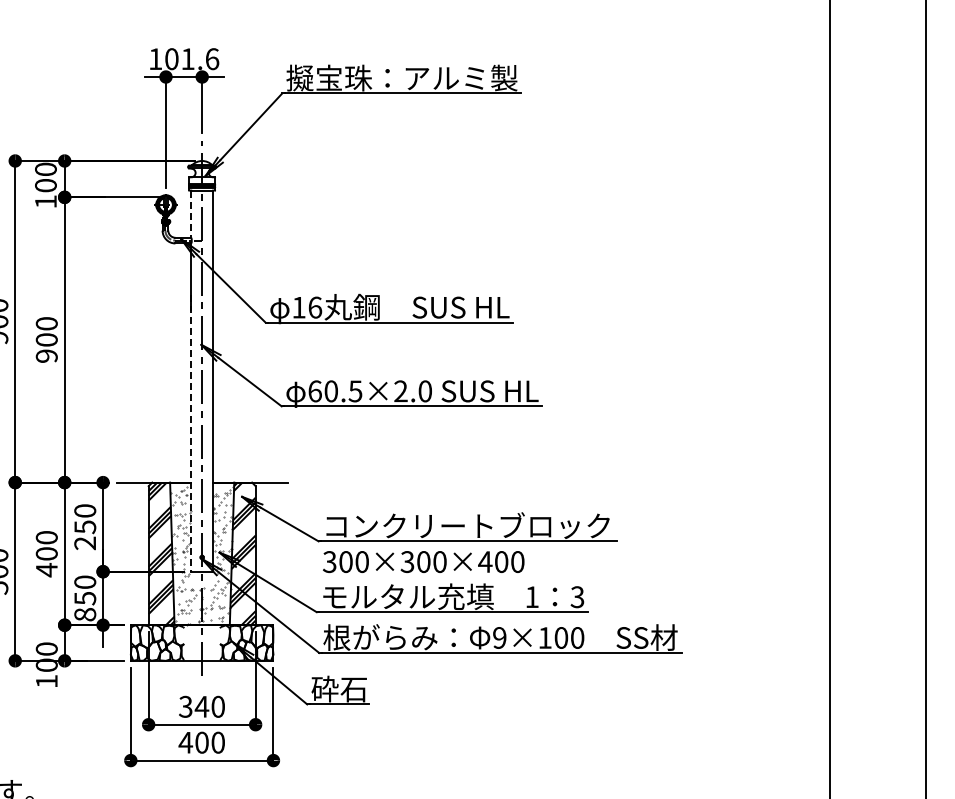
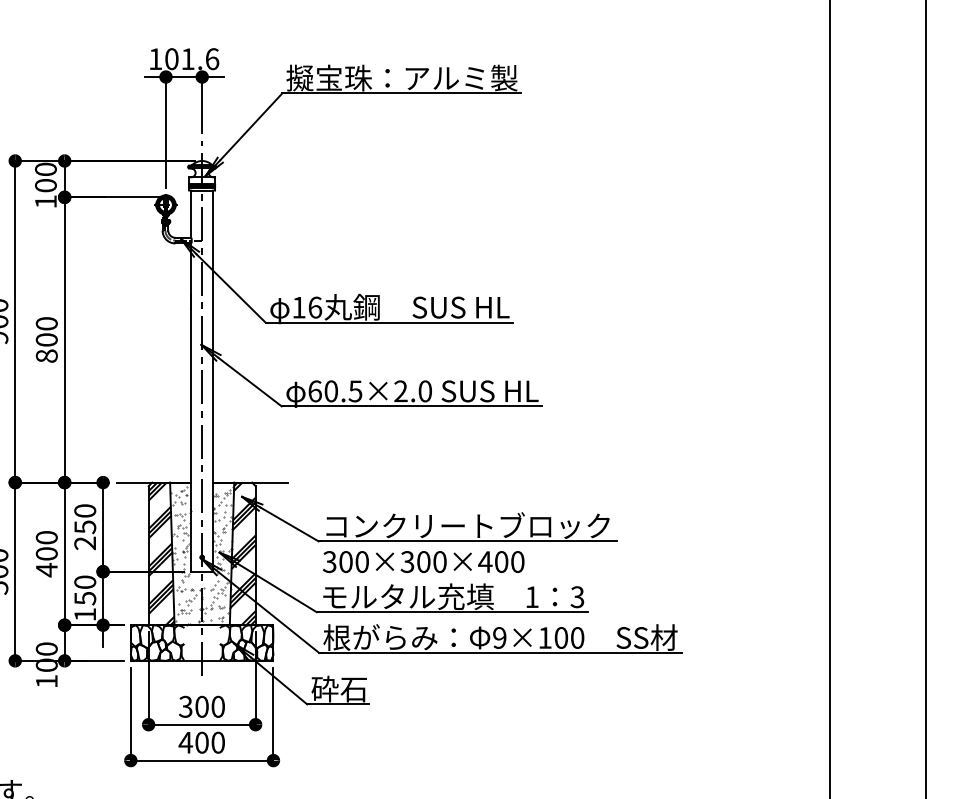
line at (191, 214): dashed -> solid
text at (46, 355): 900 -> 800
line at (191, 434): dashed -> solid
text at (85, 614): 850 -> 150
text at (201, 706): 340 -> 300
